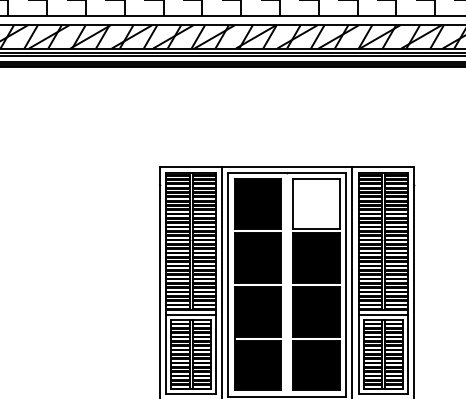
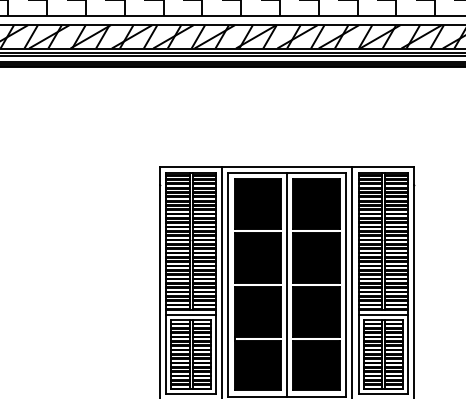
fill at (316, 203): none -> present
line at (287, 284): none -> present
